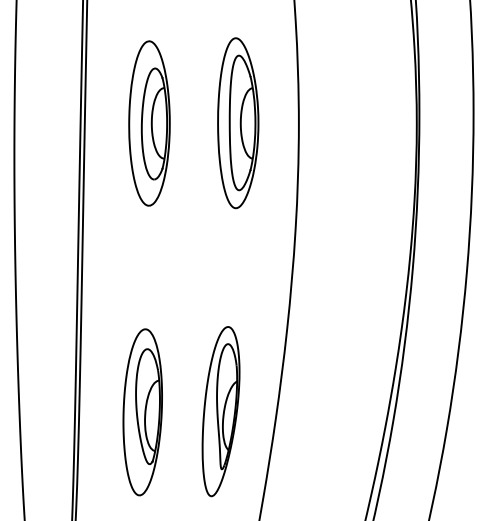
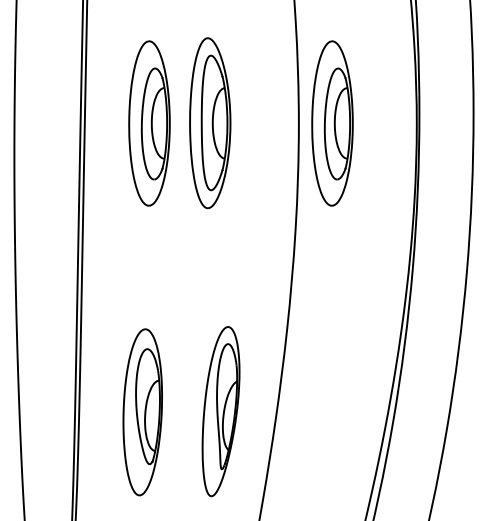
part at (238, 123) position: (238, 123) -> (210, 123)
part at (332, 123): none -> present
